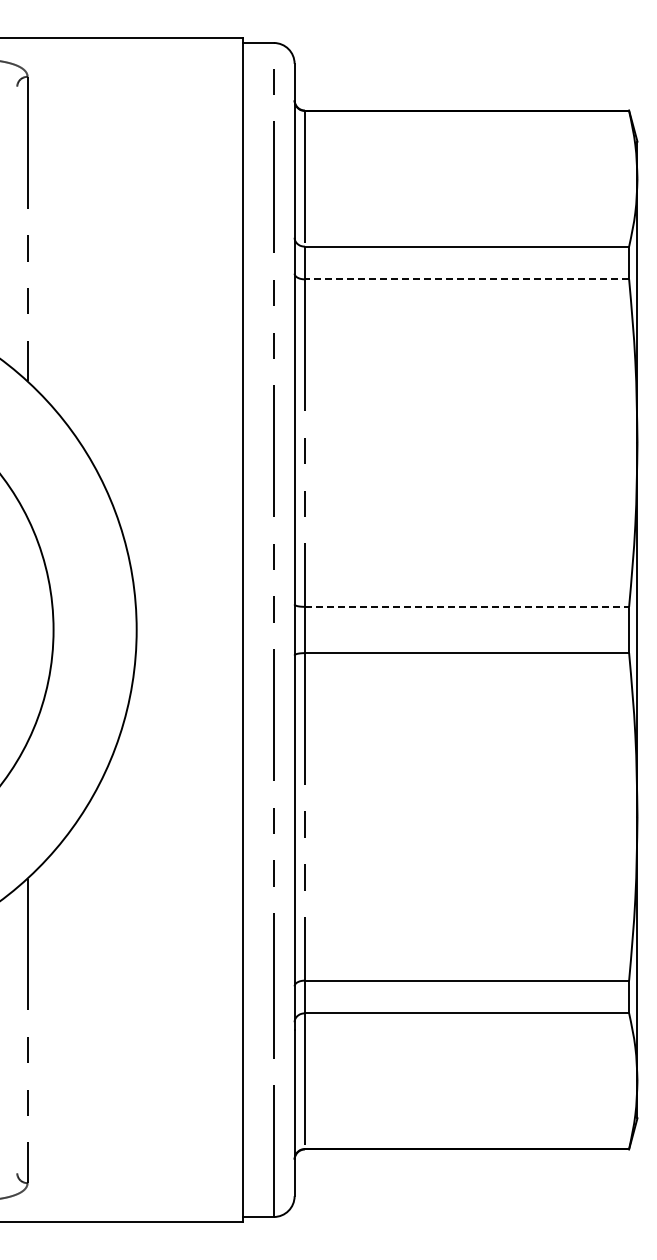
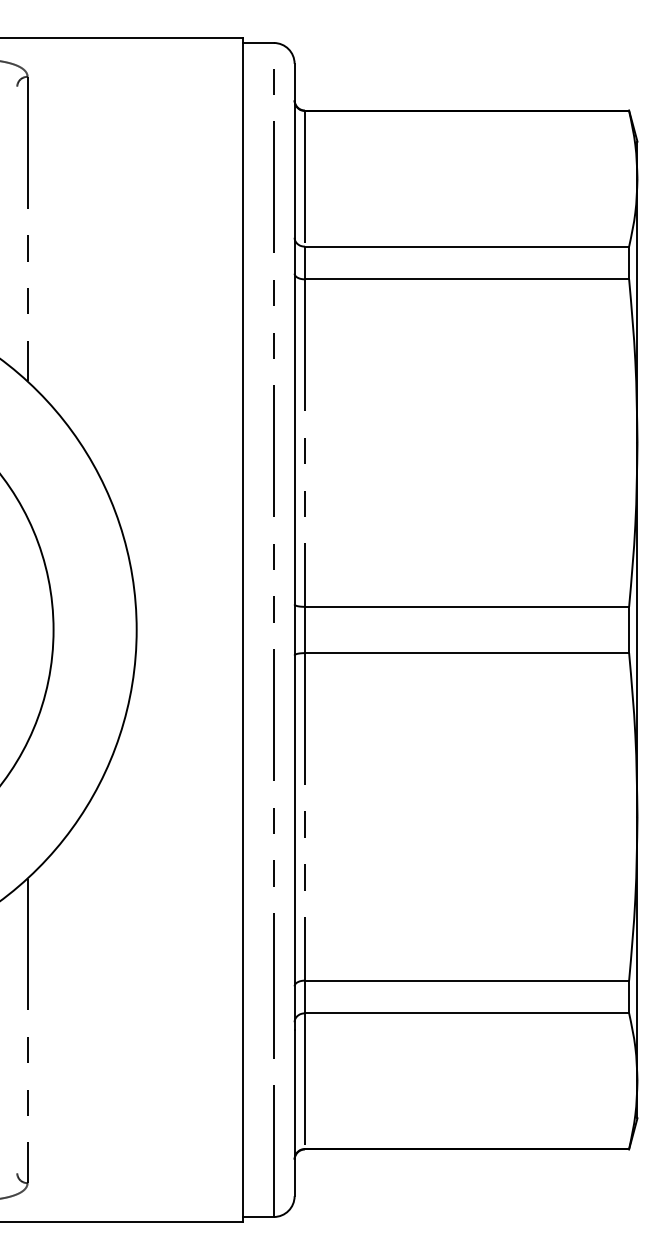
line at (466, 279): dashed -> solid
line at (467, 606): dashed -> solid
